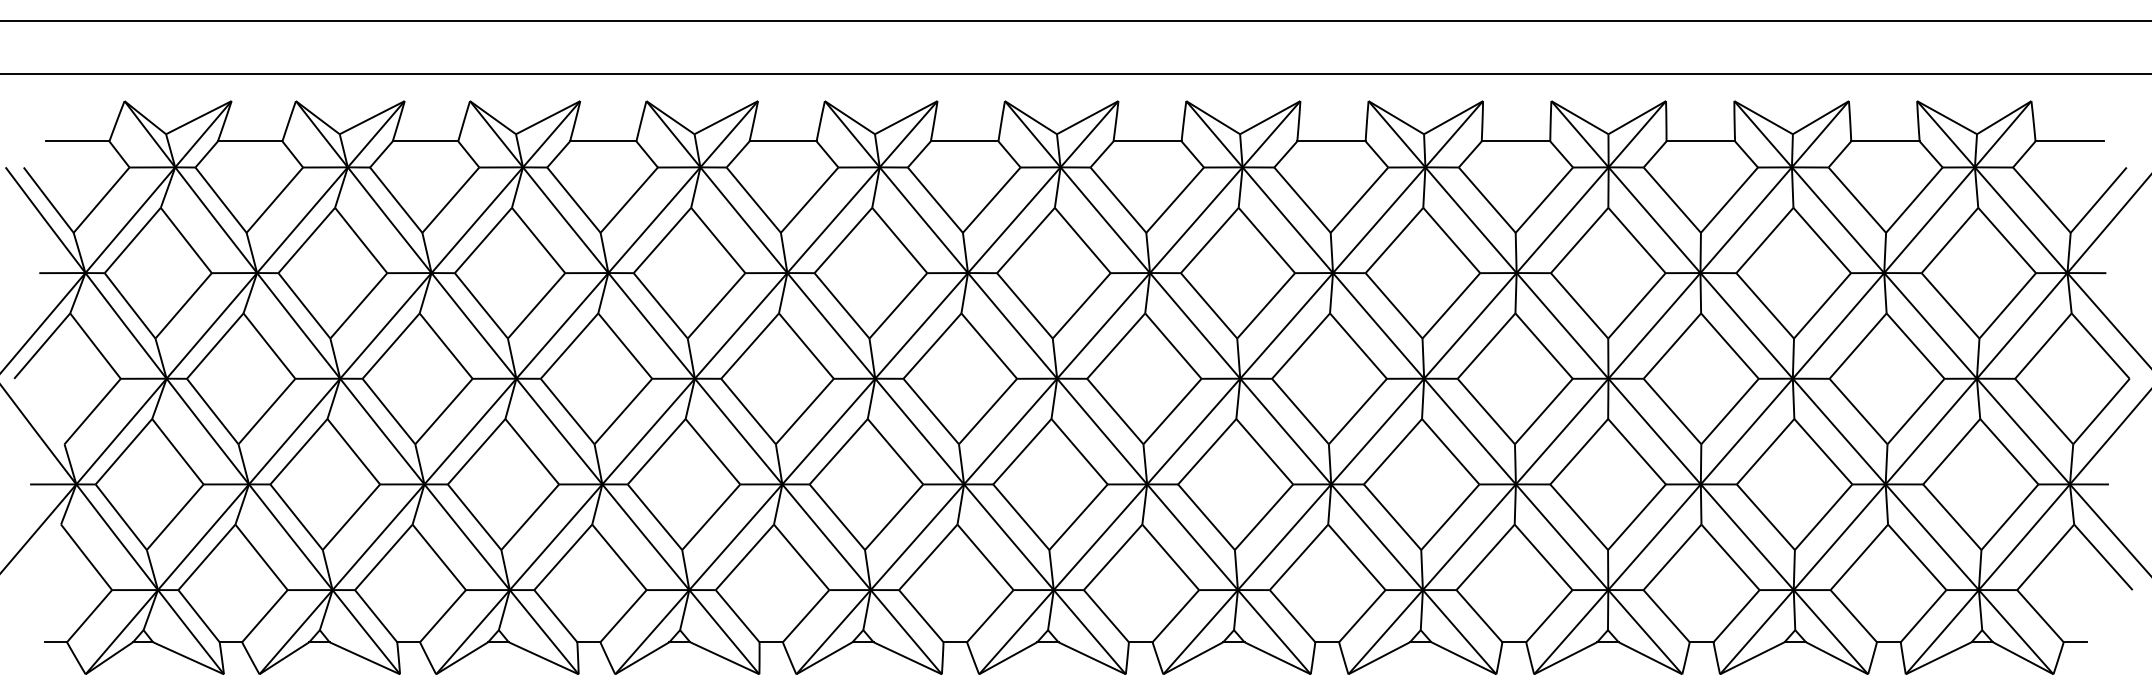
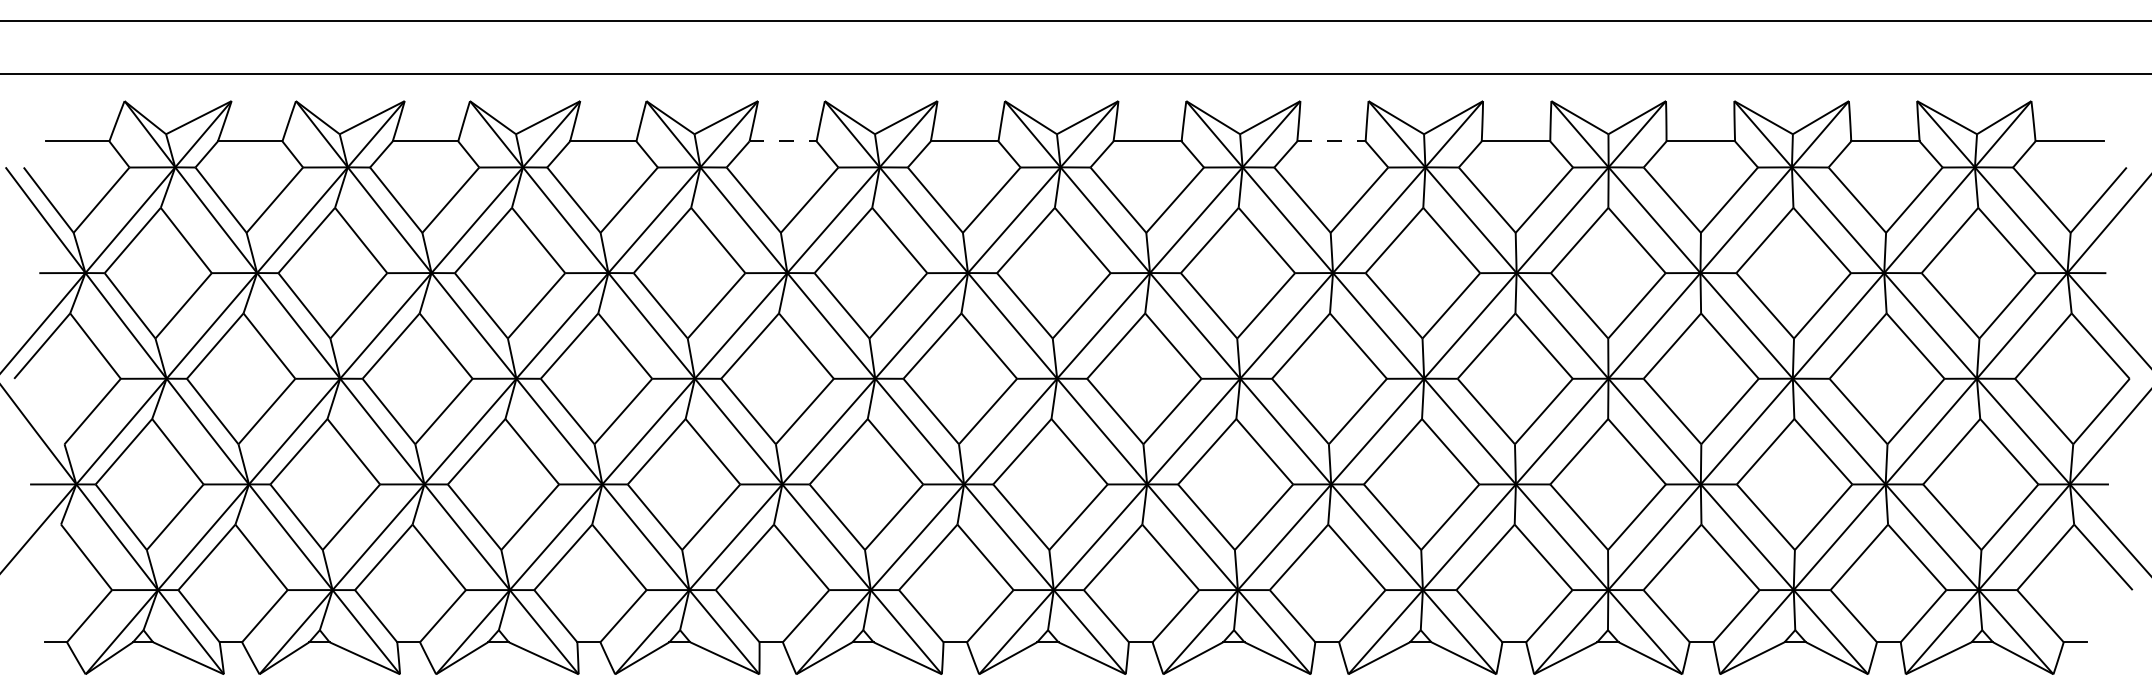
line at (783, 141): solid -> dashed
line at (1331, 141): solid -> dashed
